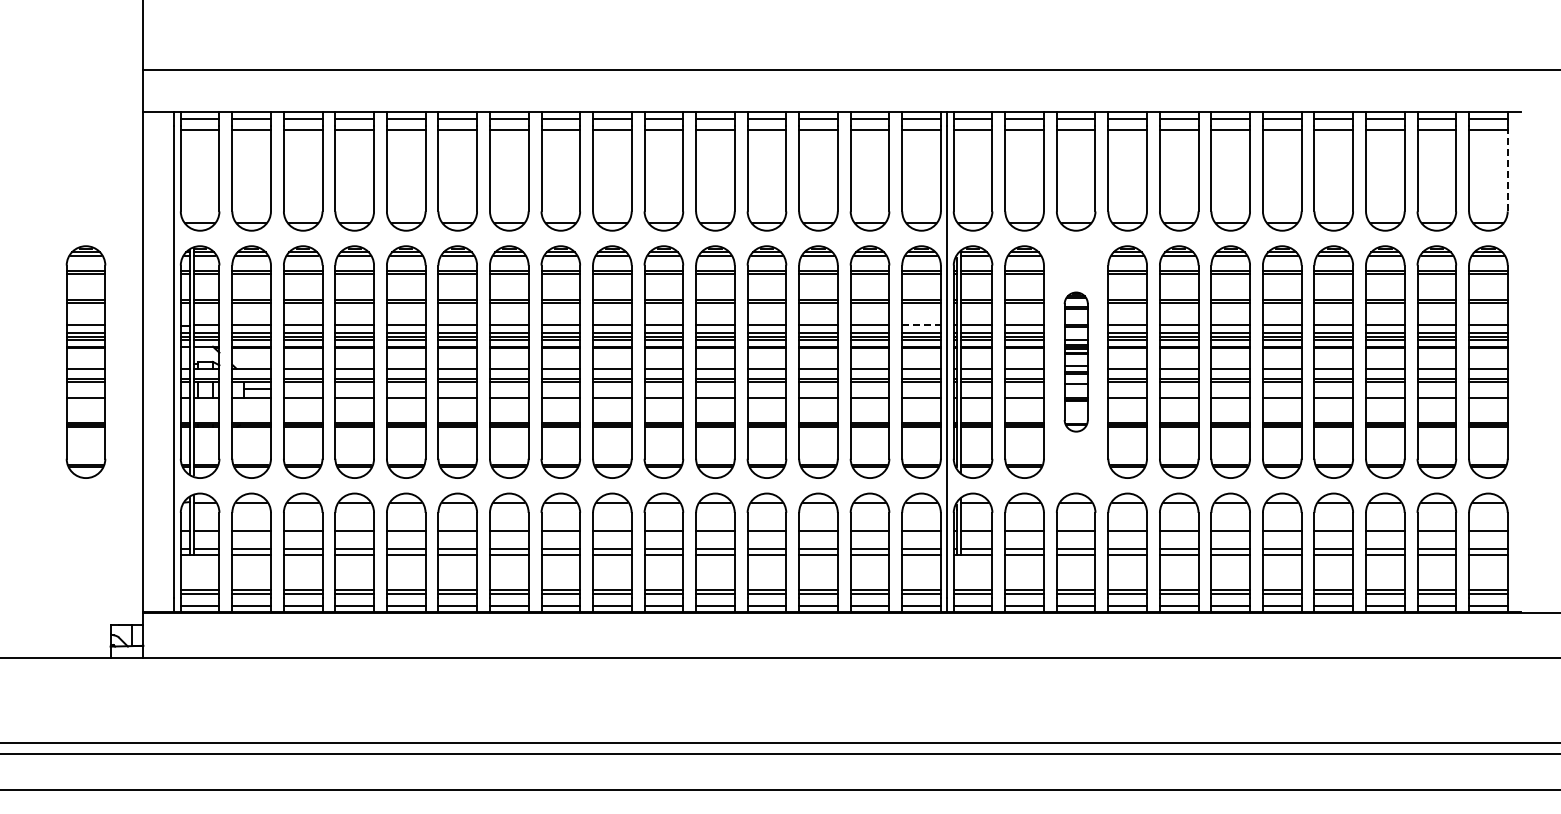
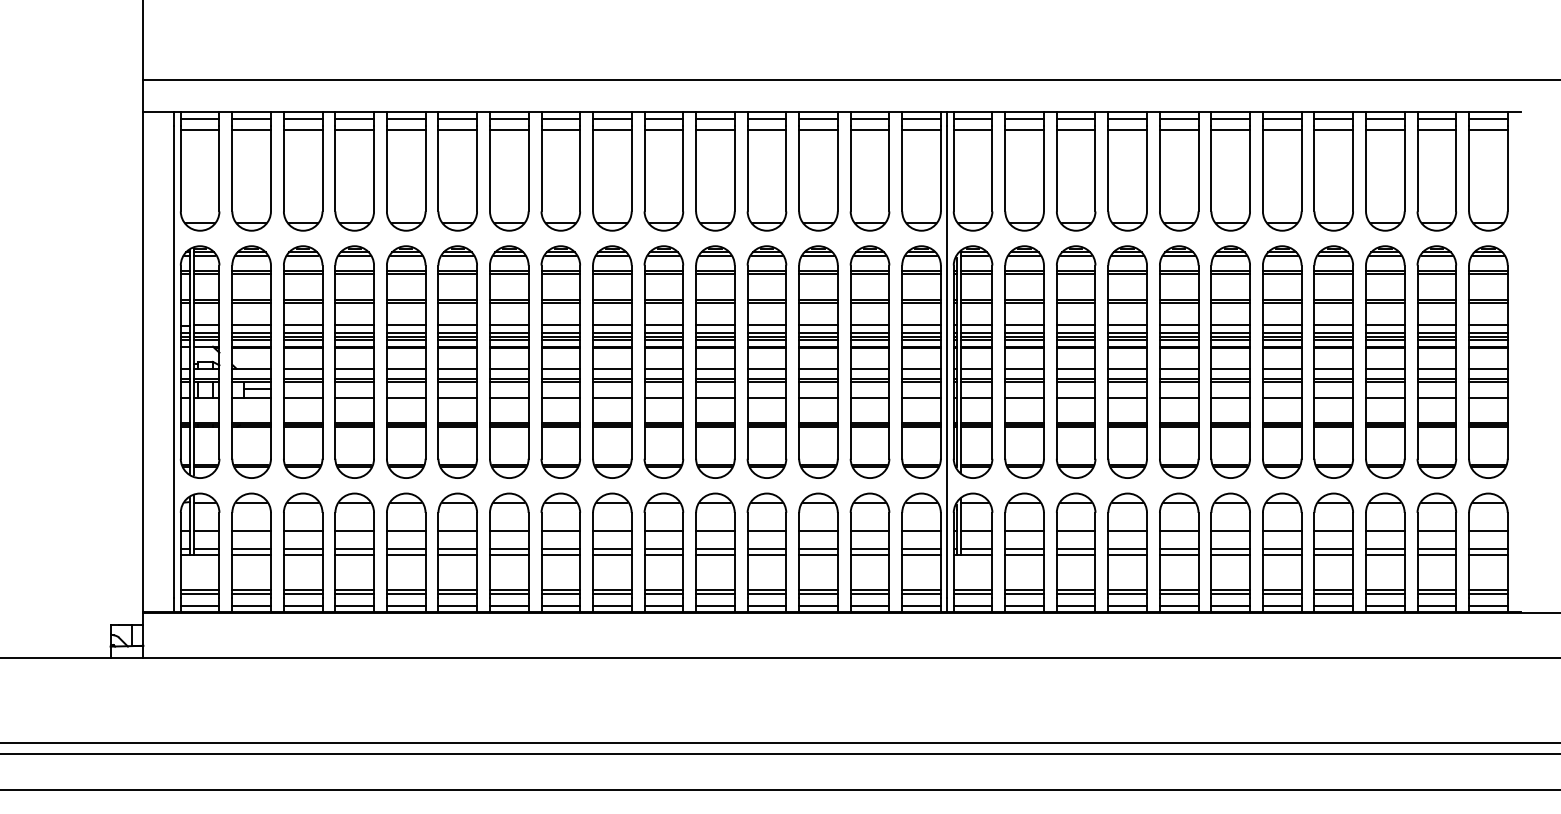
line at (850, 70) position: (850, 70) -> (850, 80)
line at (1507, 168): dashed -> solid
line at (922, 325): dashed -> solid
part at (85, 361): present -> none
part at (1075, 361) size: 26x142 px -> 41x234 px
